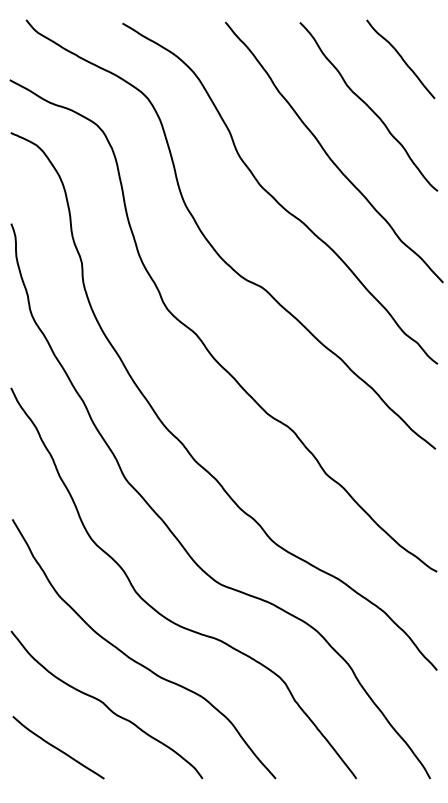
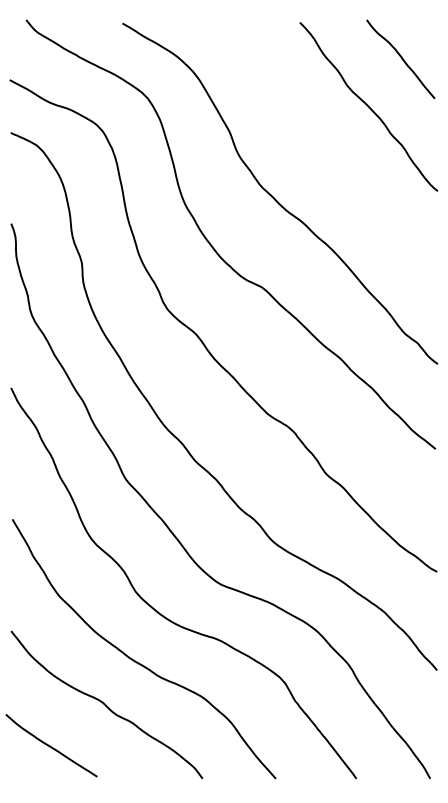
curve at (328, 154): present -> none
curve at (57, 747) position: (57, 747) -> (50, 745)
